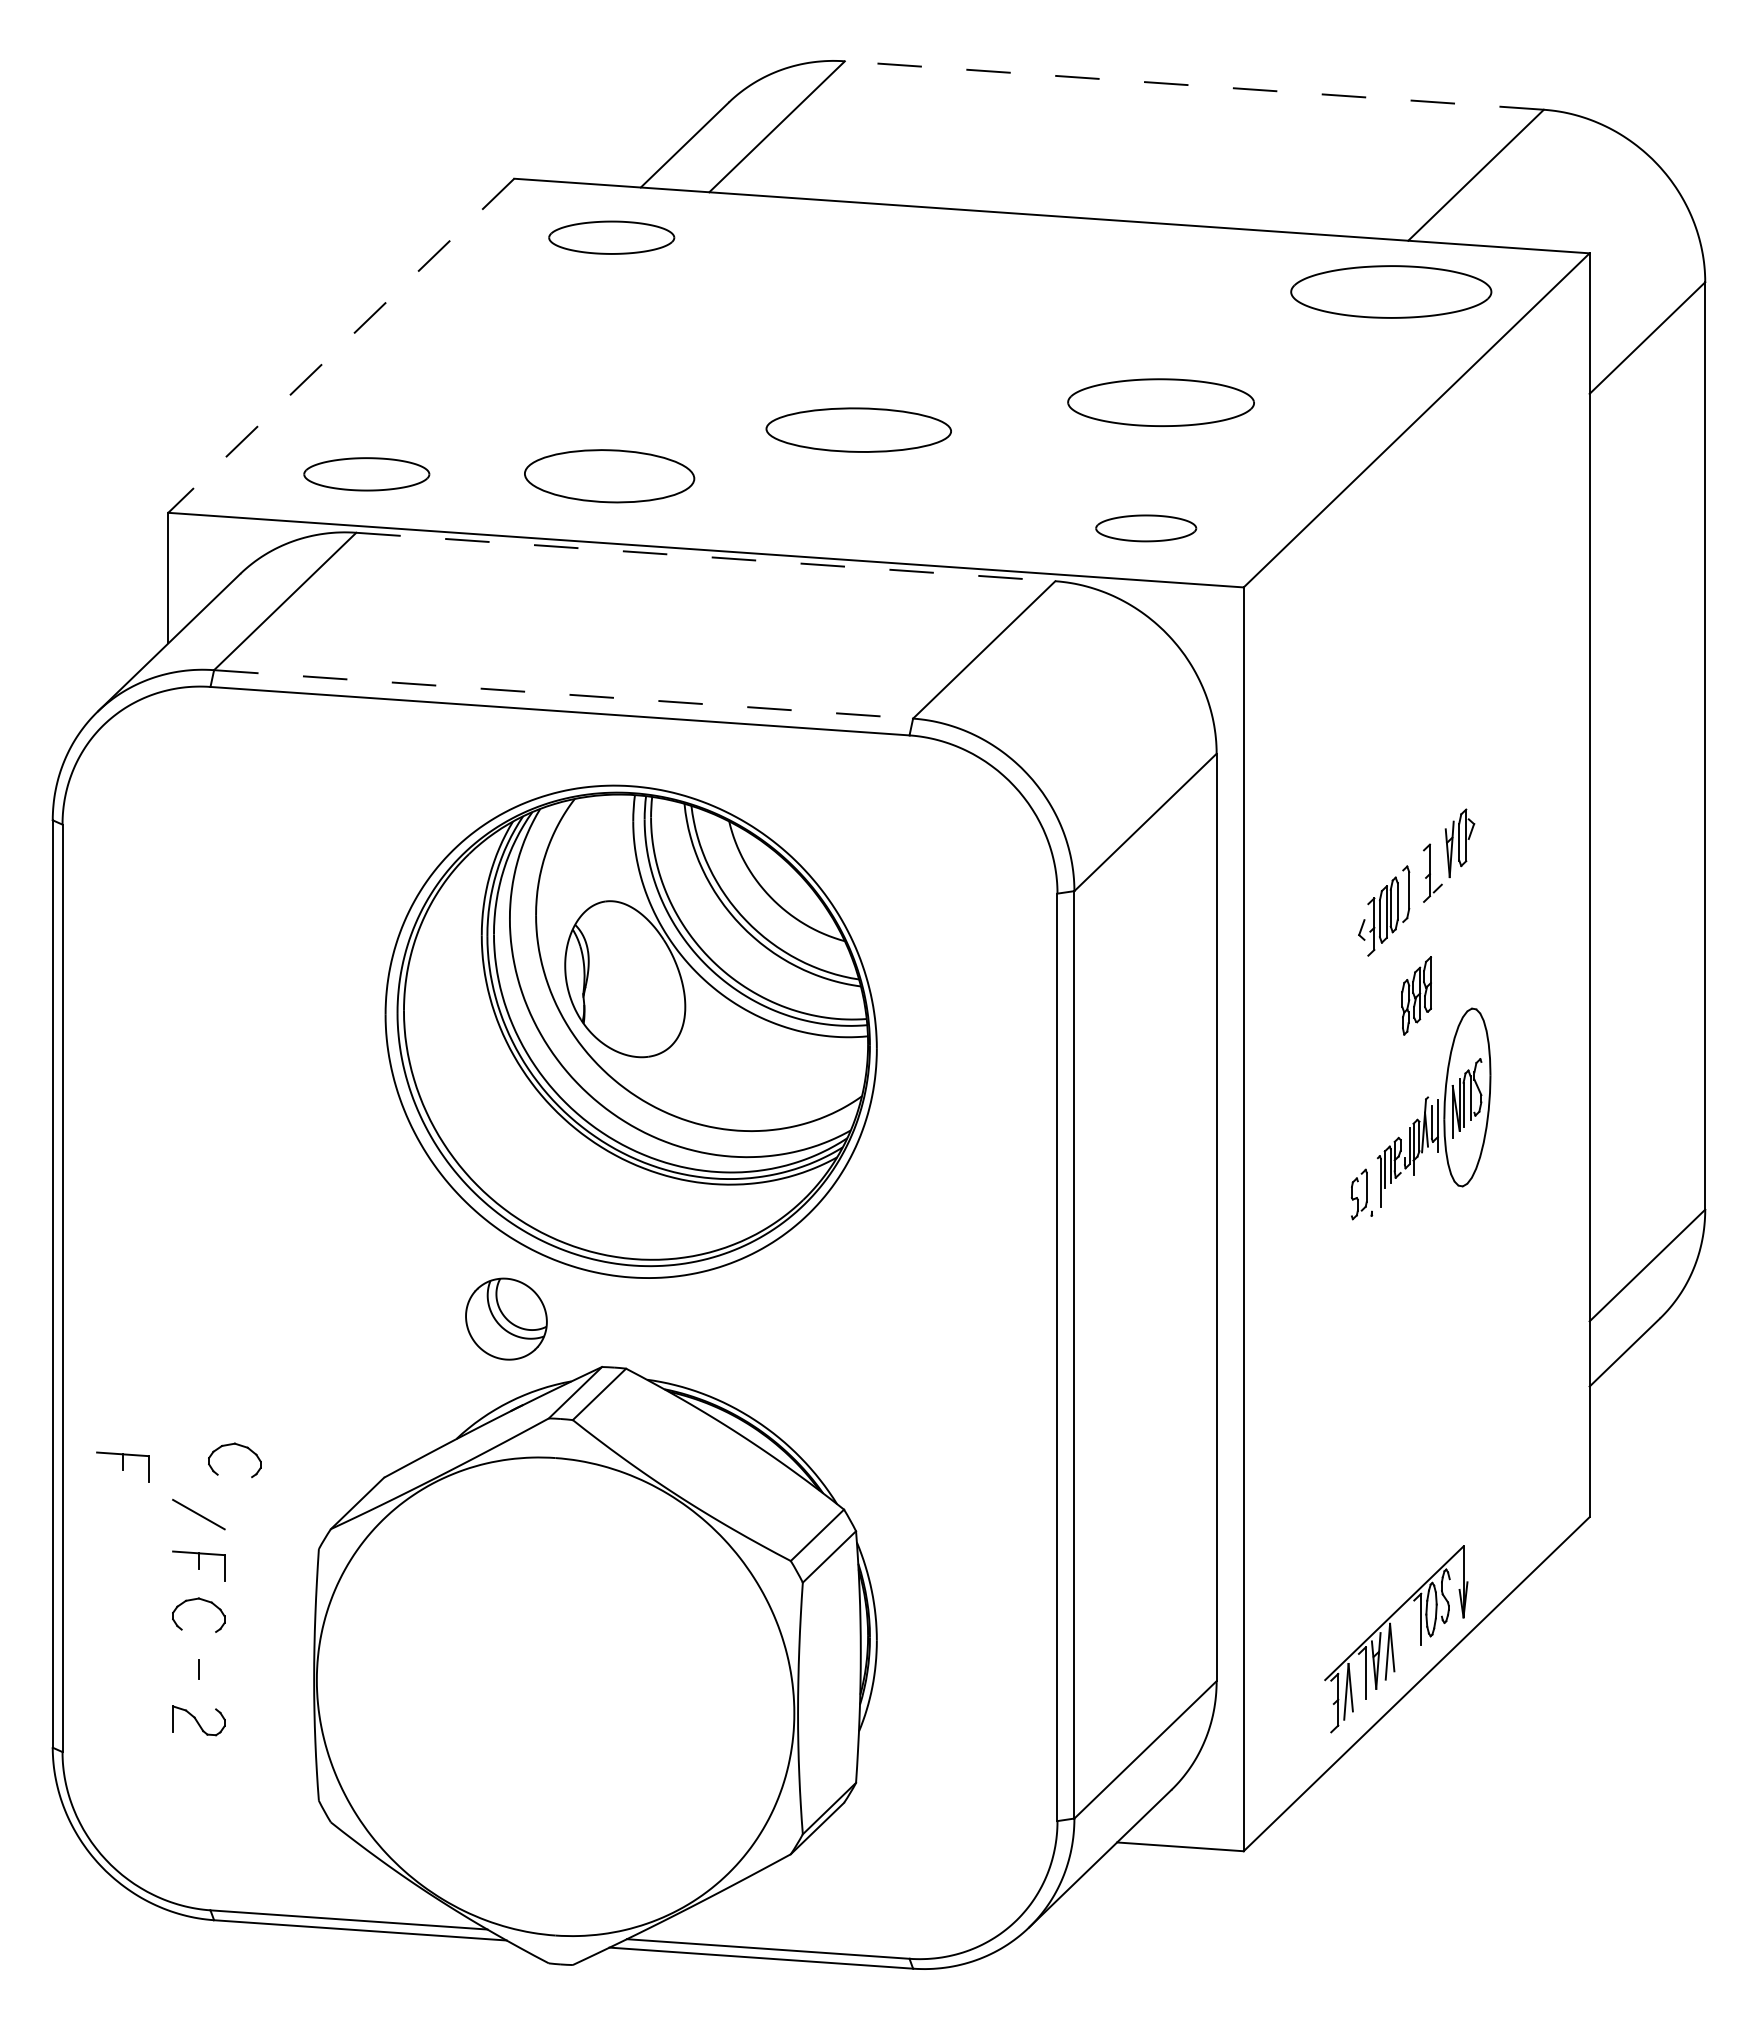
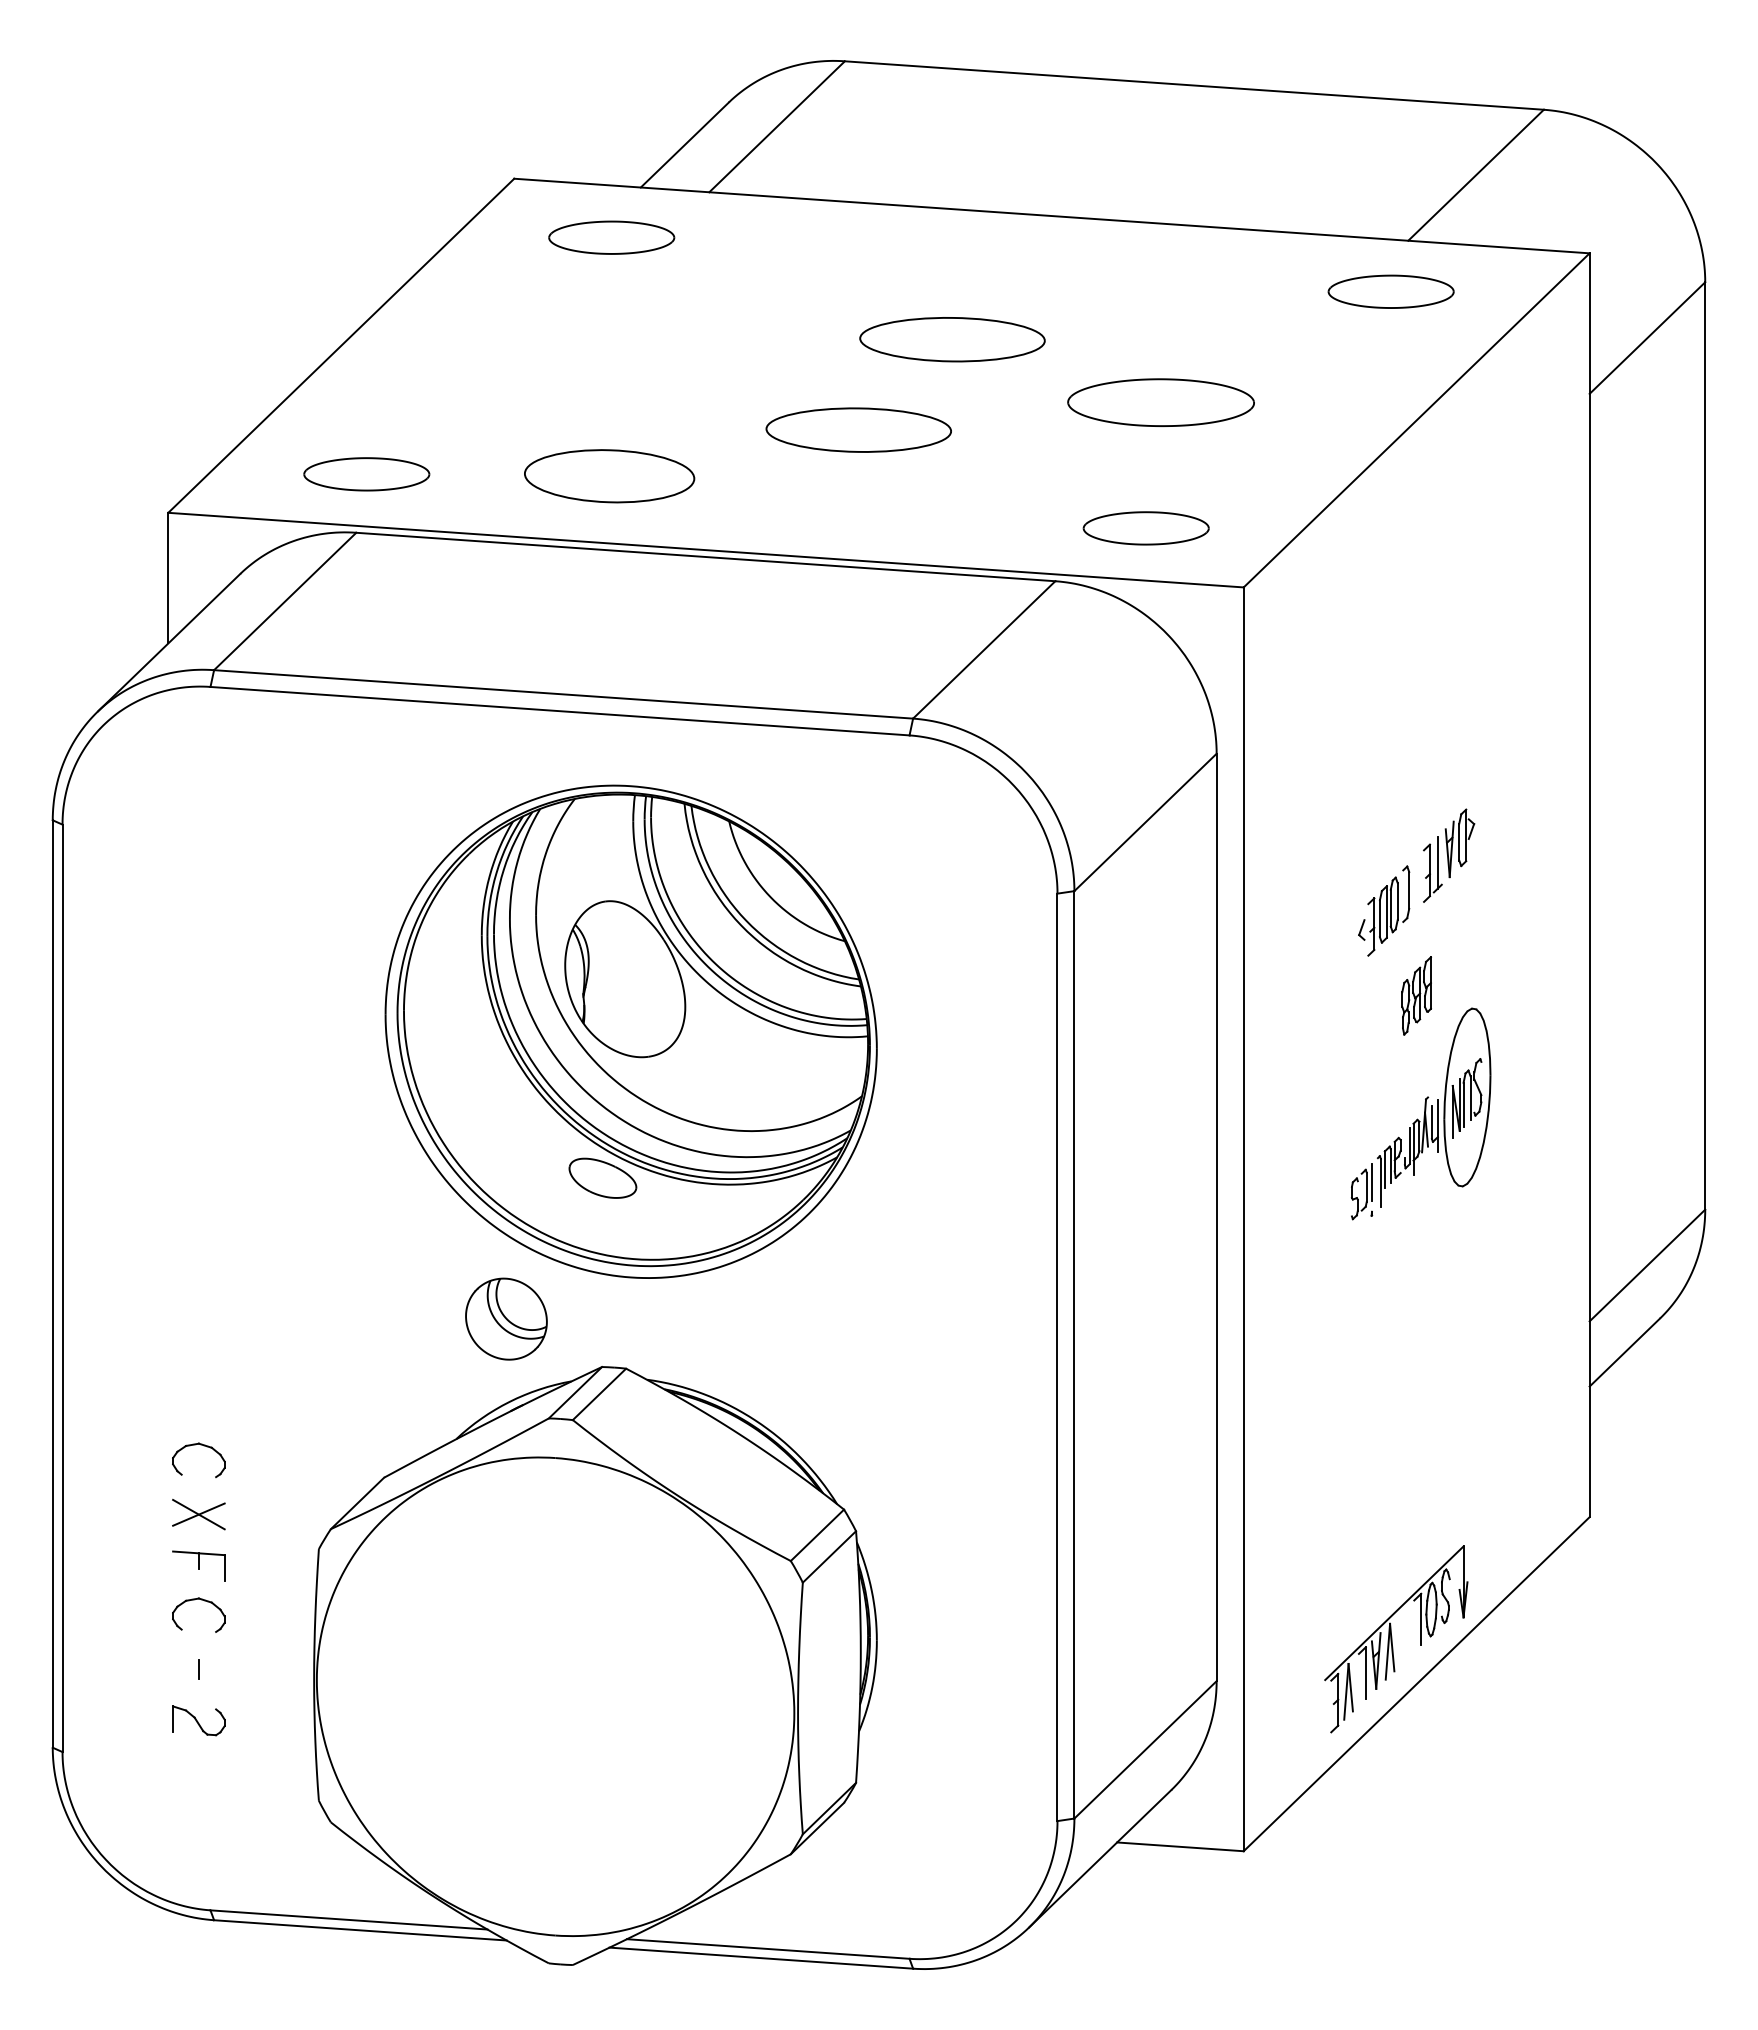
line at (1193, 85): dashed -> solid
part at (1391, 291) size: 203x54 px -> 128x35 px
part at (952, 339): none -> present
line at (340, 346): dashed -> solid
part at (1146, 528) size: 103x29 px -> 128x35 px
line at (706, 557): dashed -> solid
line at (564, 694): dashed -> solid
line at (1437, 862): none -> present
part at (602, 1177): none -> present
line at (1372, 1181): none -> present
part at (239, 1446) position: (239, 1446) -> (203, 1446)
part at (122, 1466): present -> none
line at (198, 1514): none -> present
